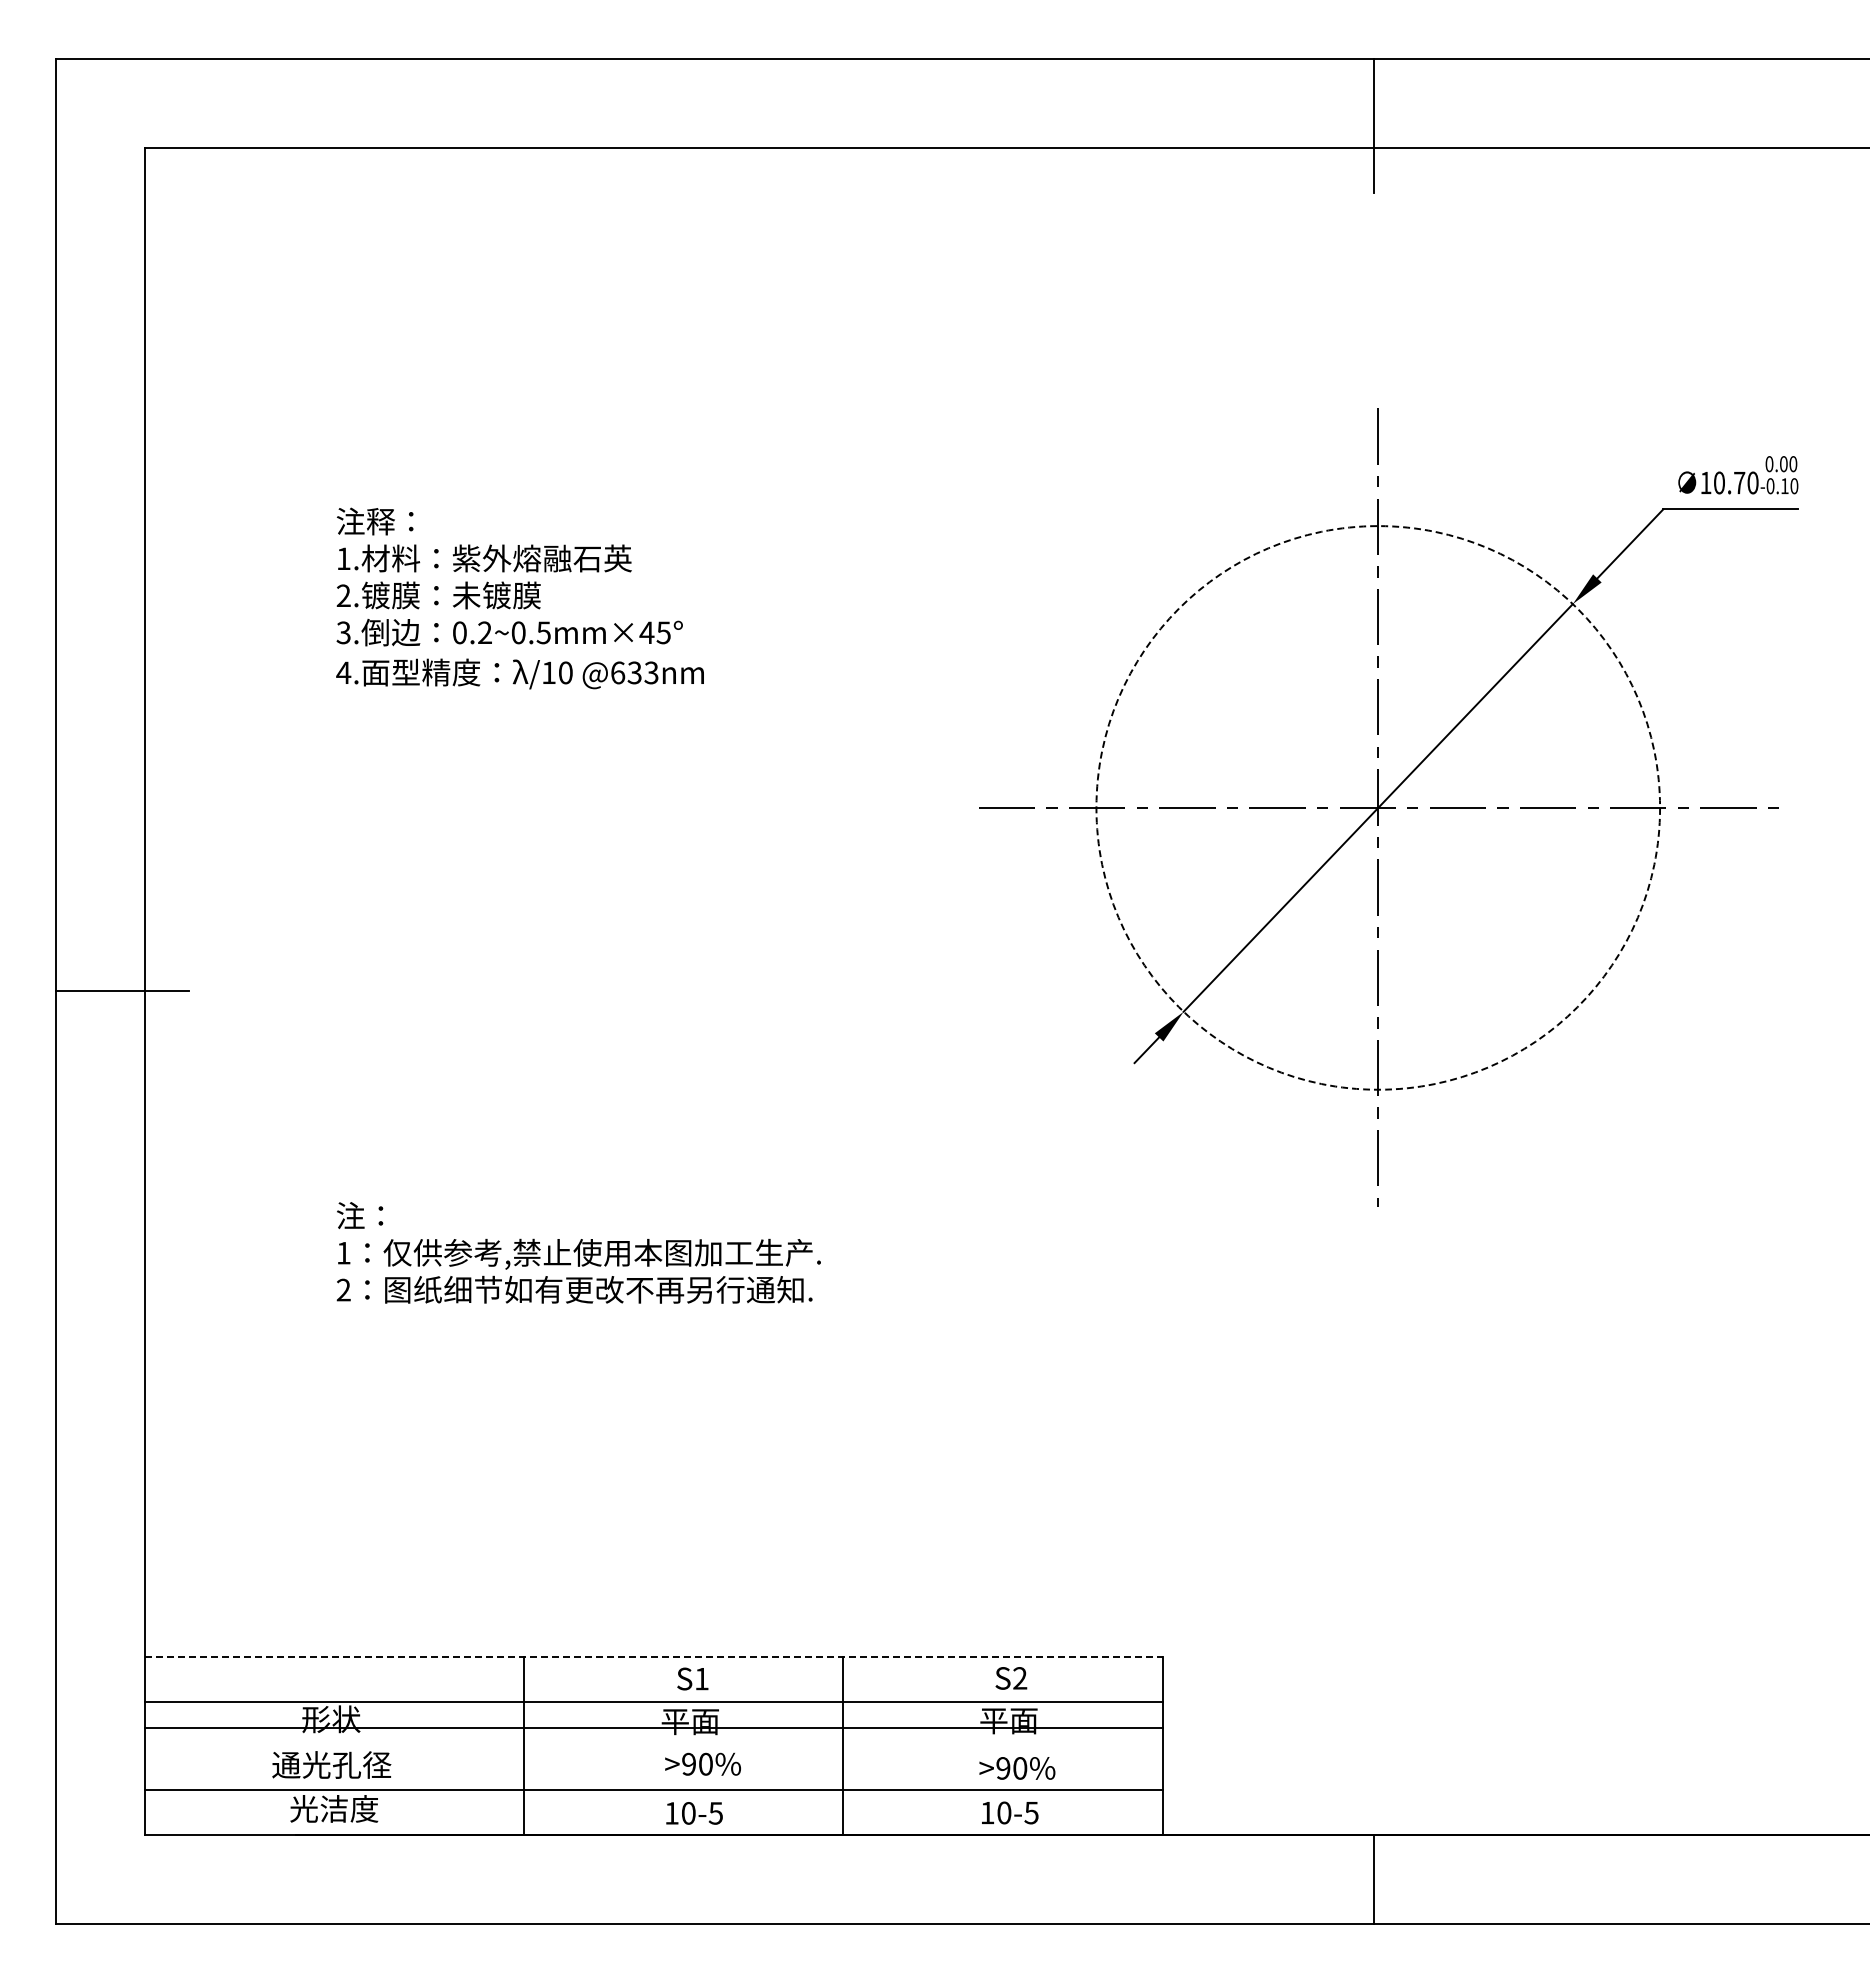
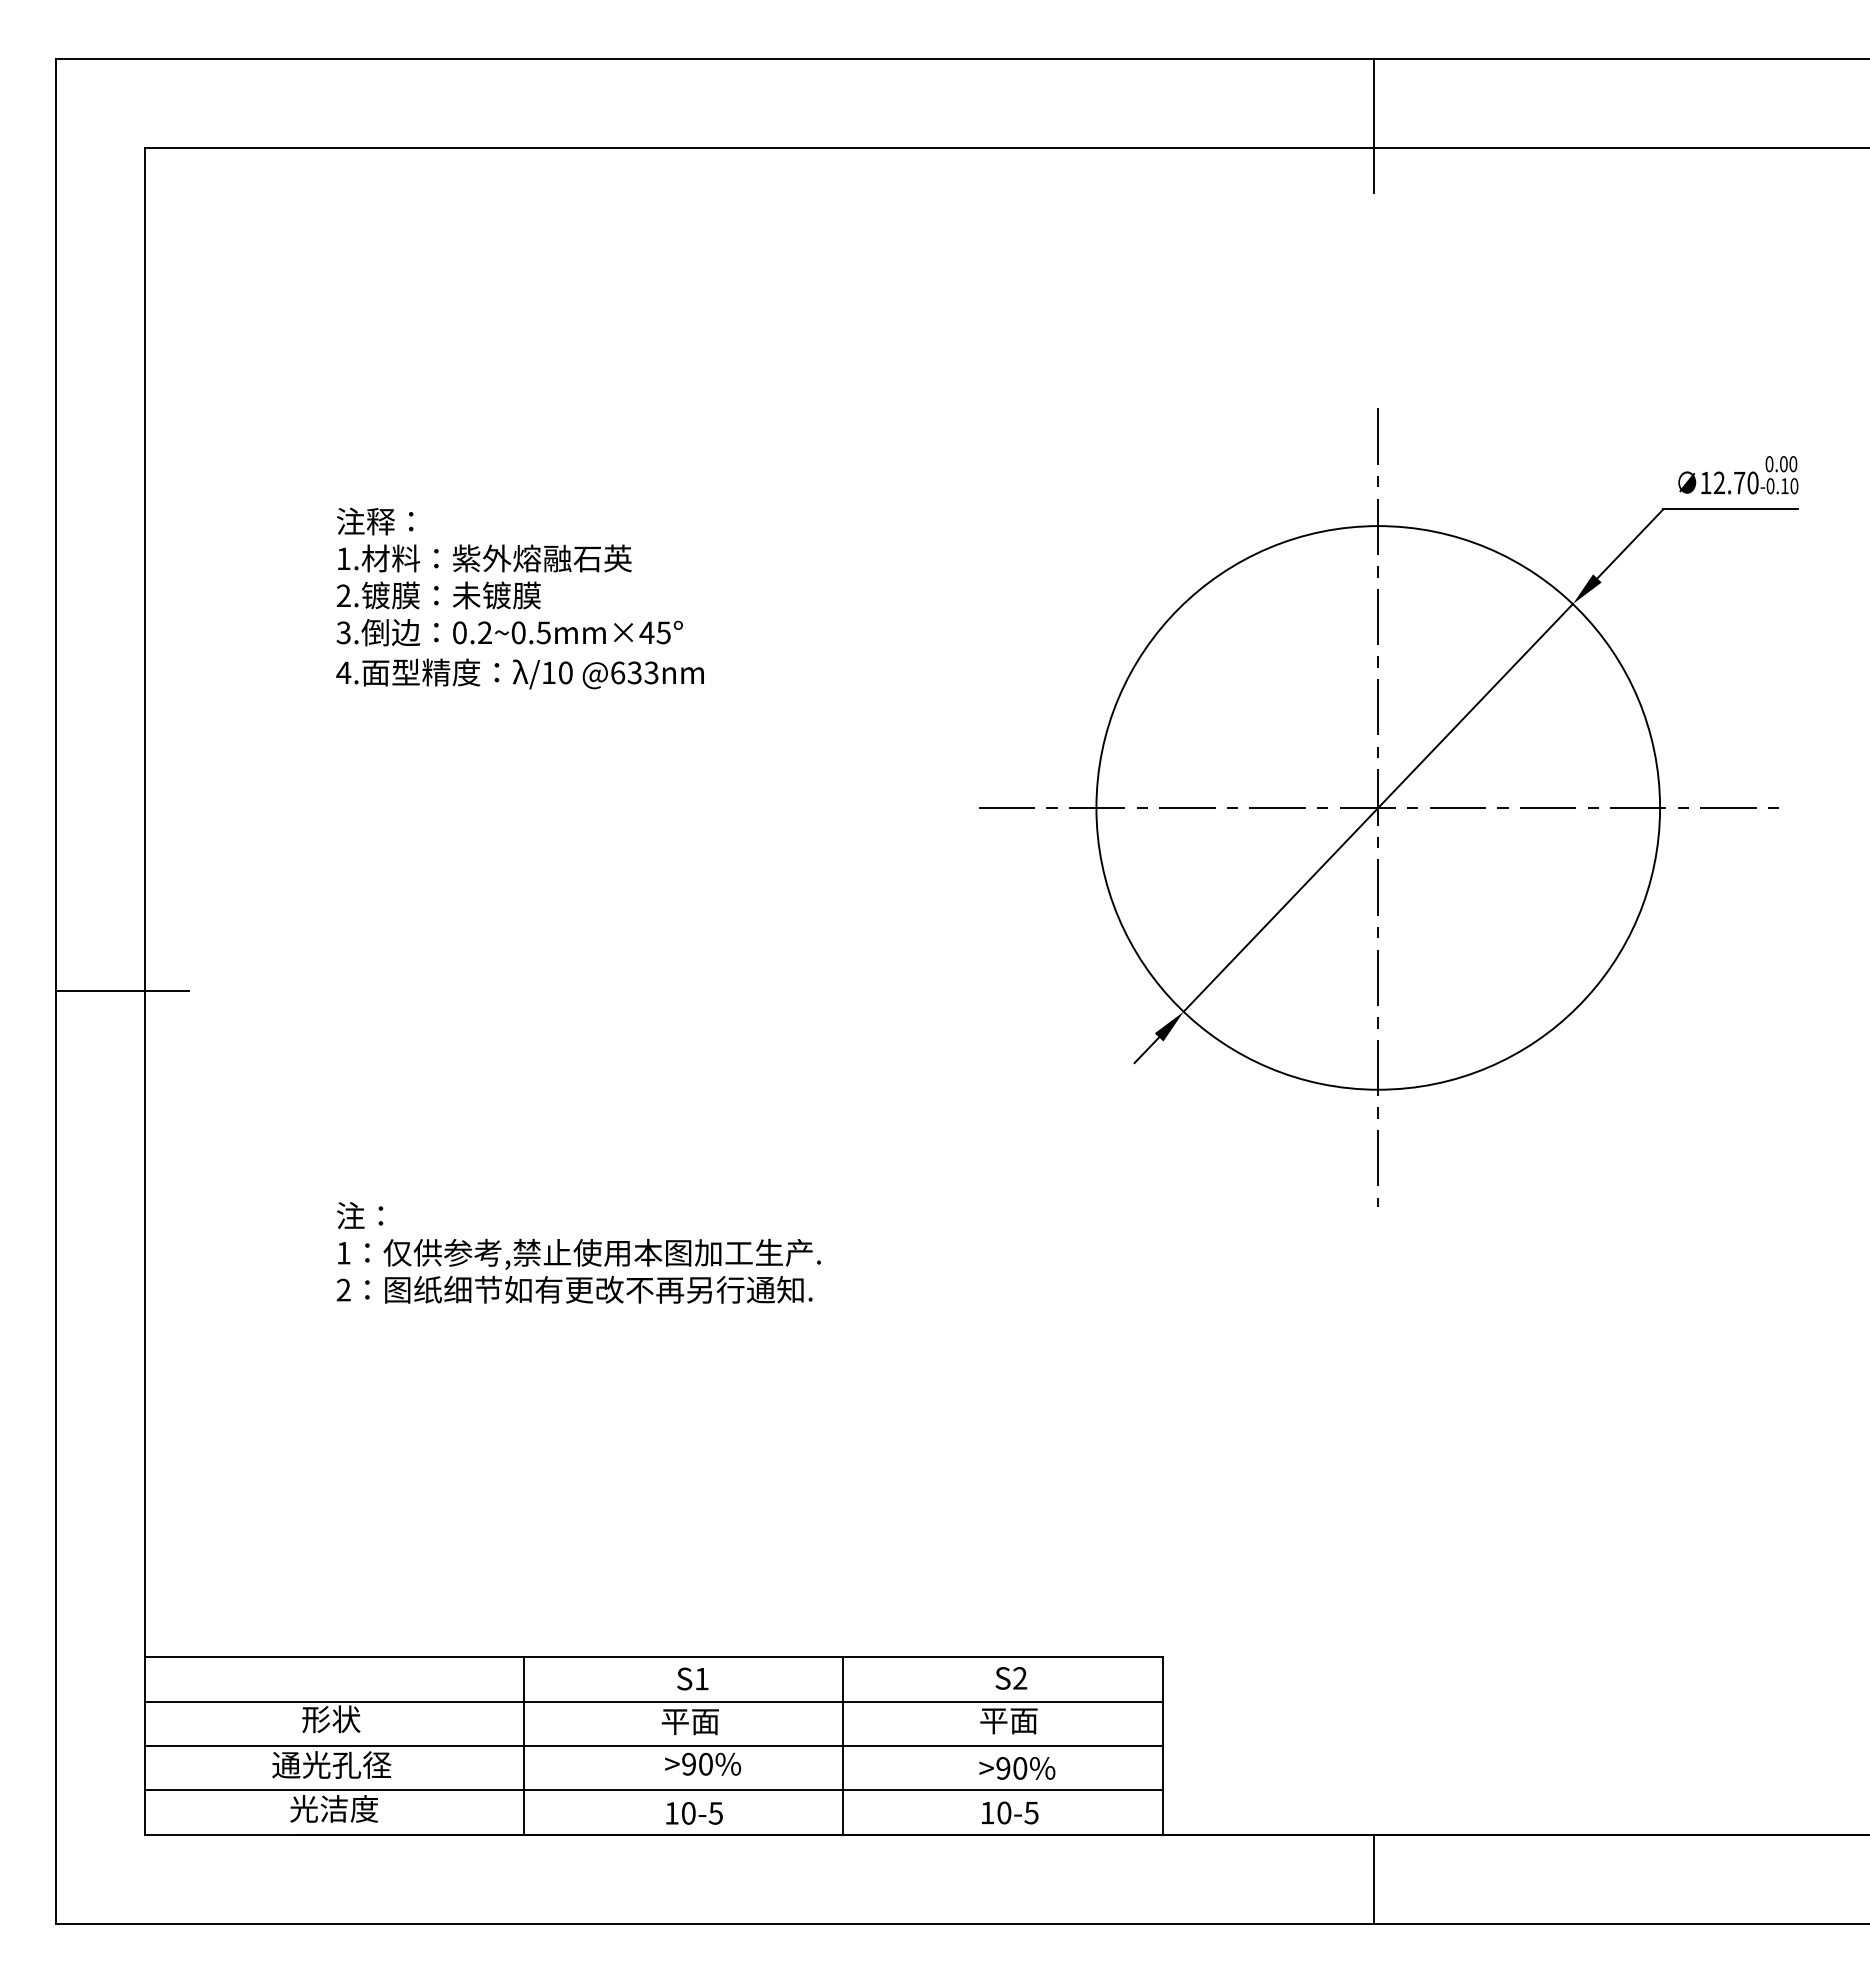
text at (1718, 482): 10.70 -> 12.70
circle at (1378, 807): dashed -> solid
line at (653, 1657): dashed -> solid
line at (653, 1727) position: (653, 1727) -> (653, 1745)
